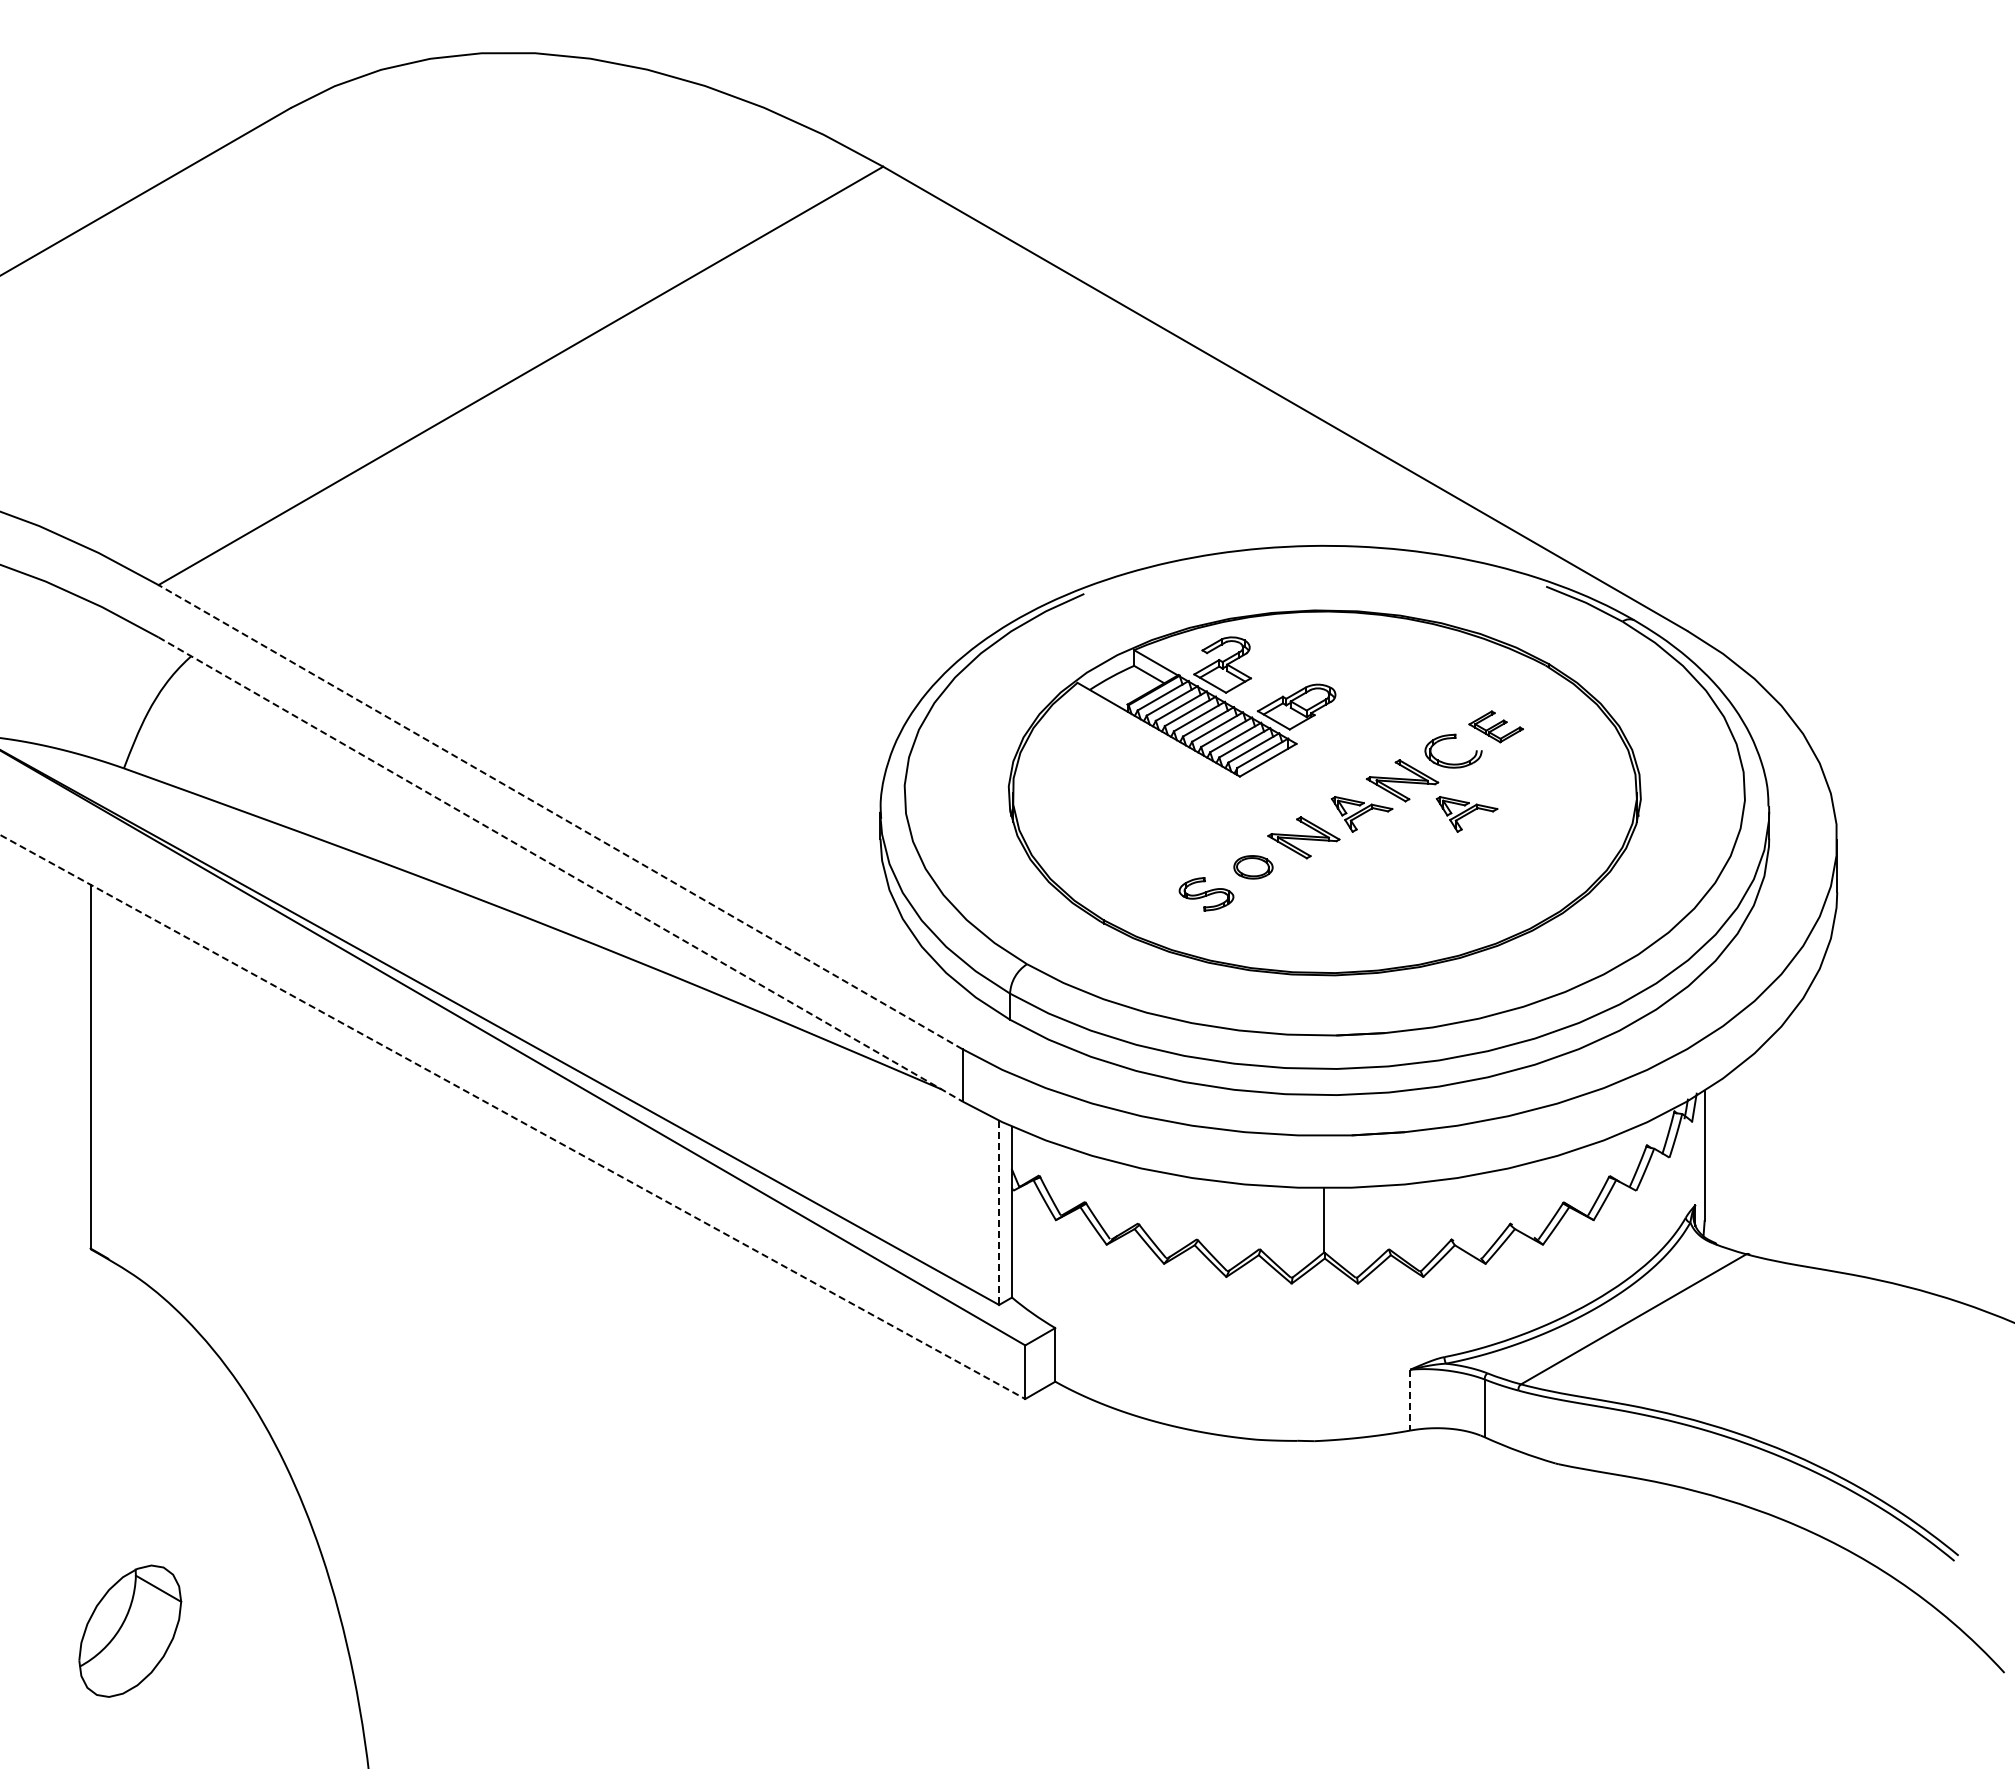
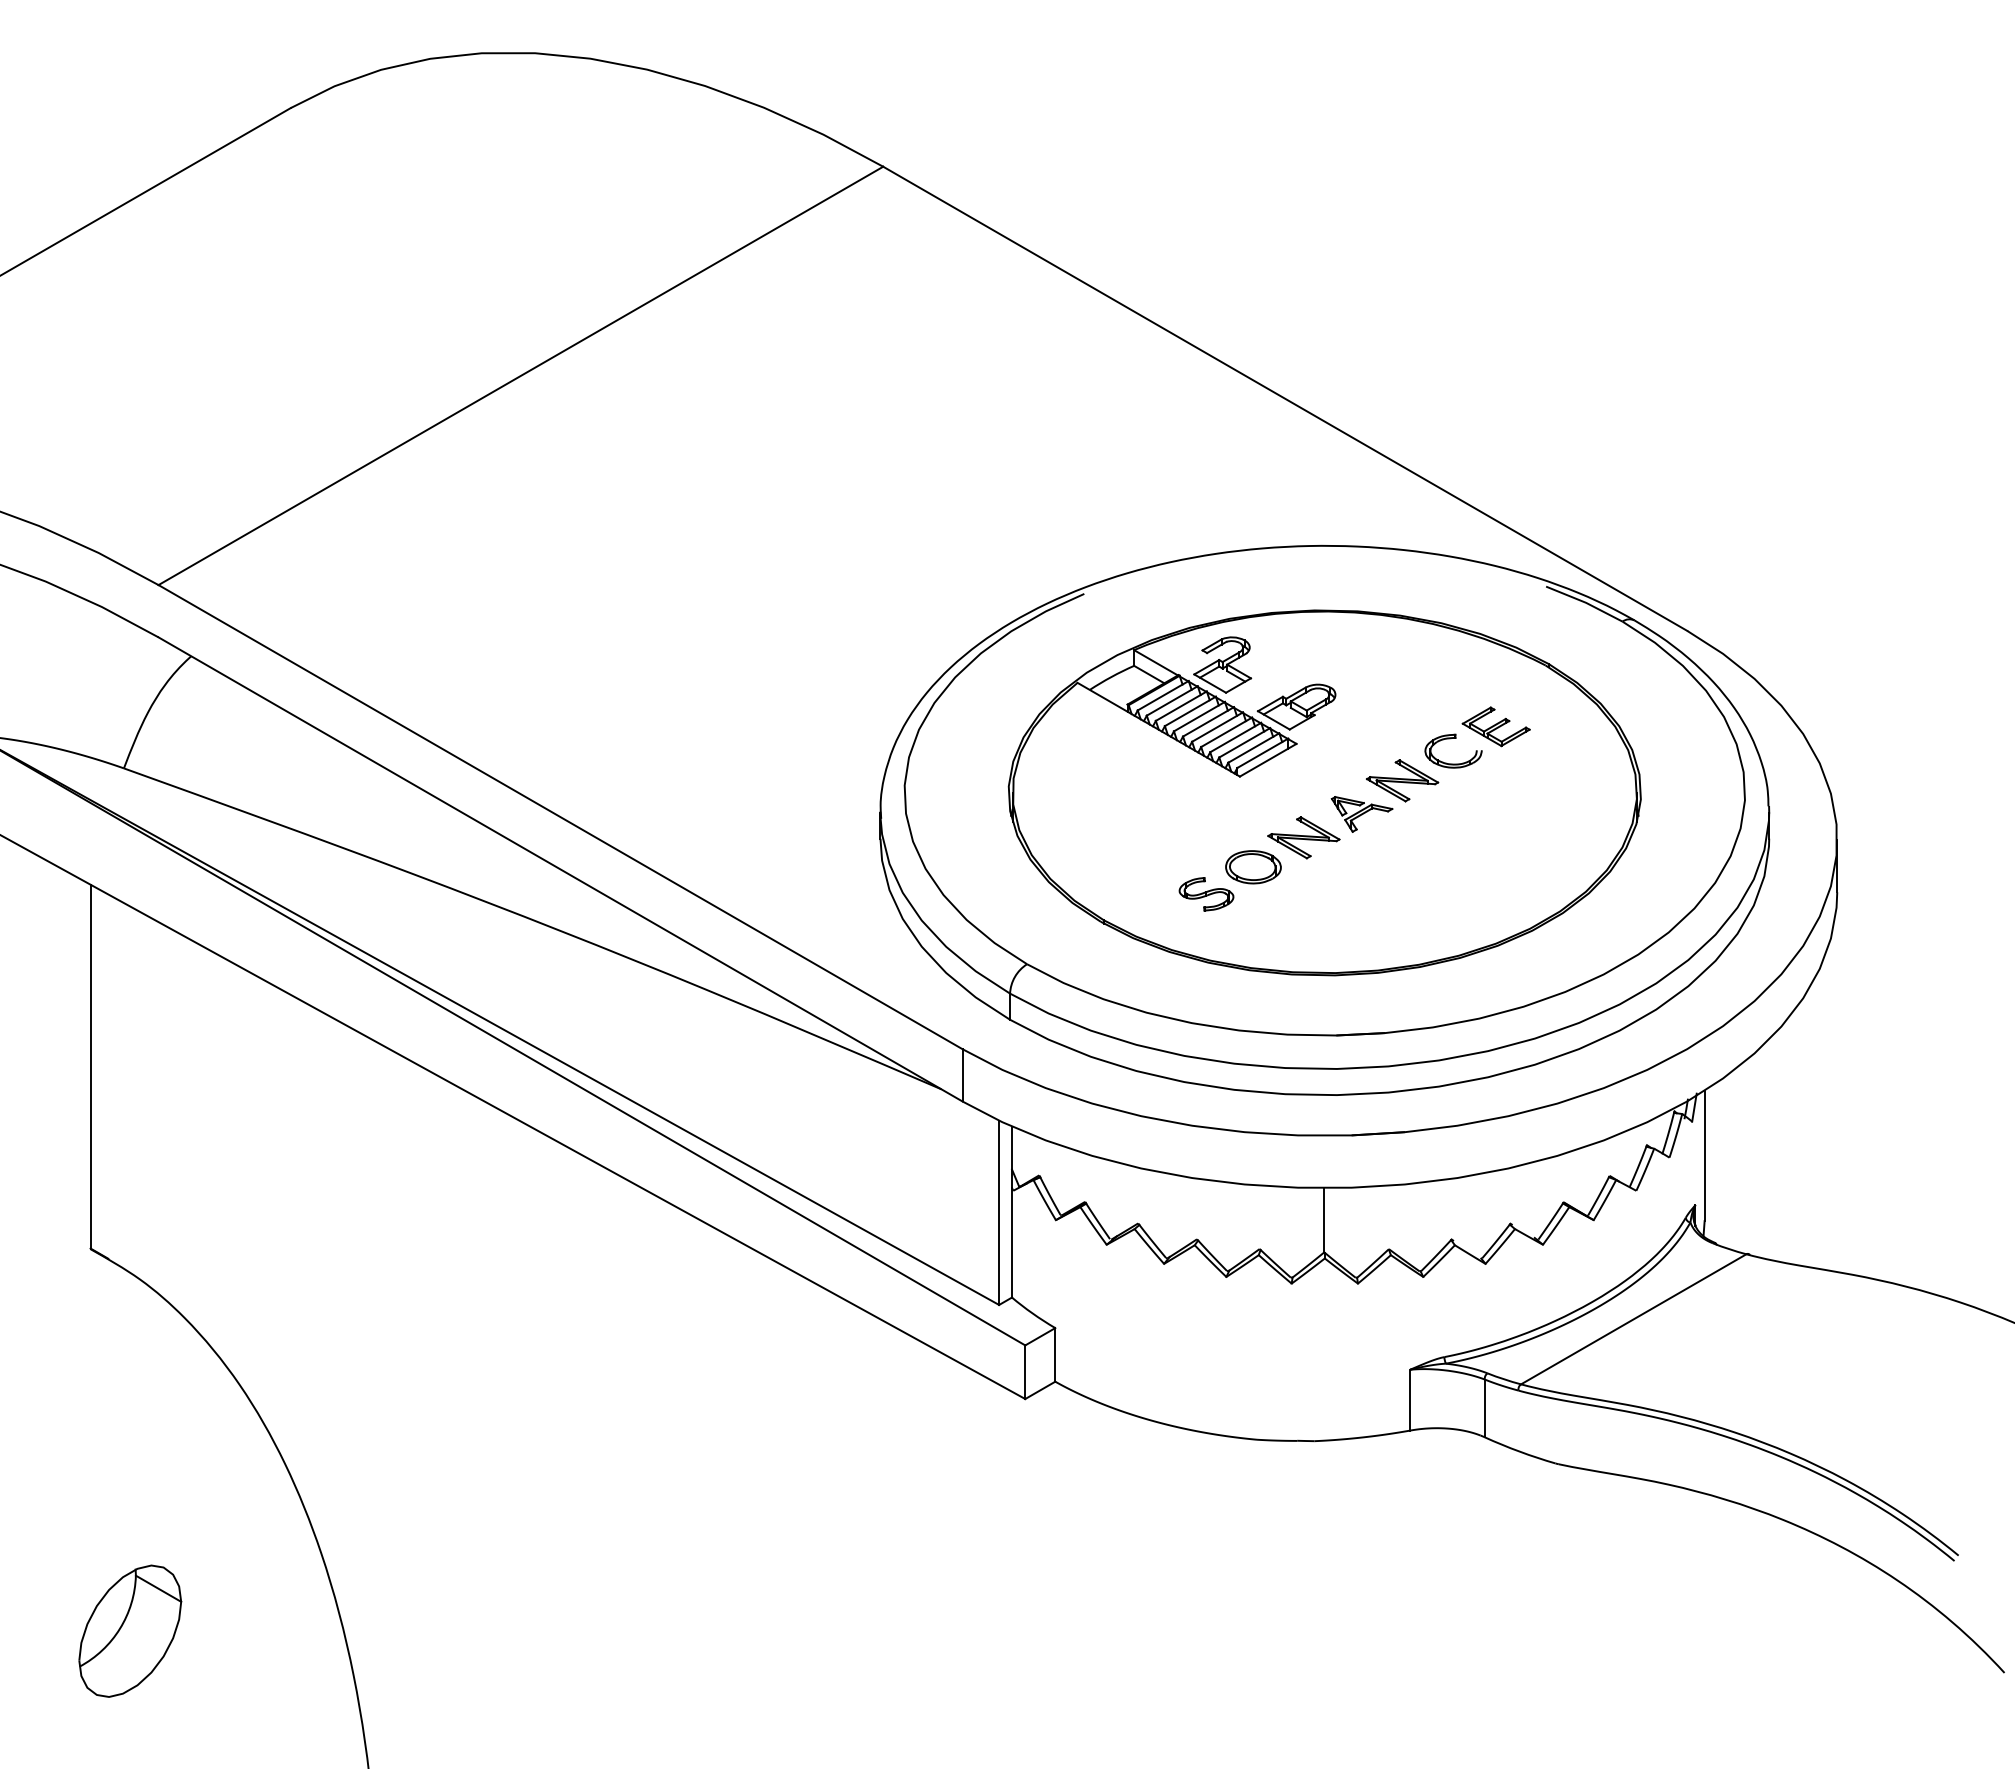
part at (1495, 726) size: 56x34 px -> 70x42 px
part at (1466, 814): present -> none
line at (560, 816): dashed -> solid
part at (1253, 867) size: 41x25 px -> 57x35 px
line at (560, 869): dashed -> solid
line at (512, 1117): dashed -> solid
line at (999, 1213): dashed -> solid
line at (1410, 1400): dashed -> solid
